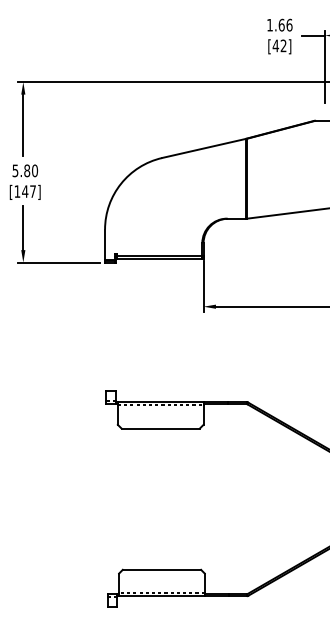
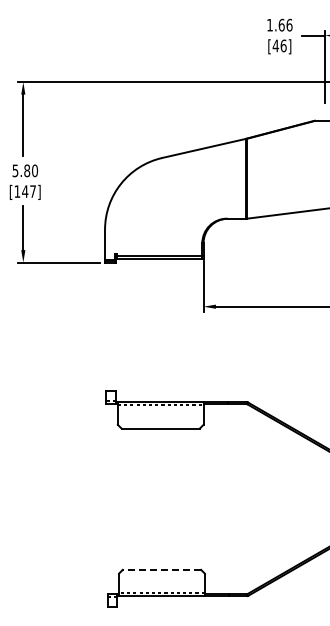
text at (283, 45): [42] -> [46]
line at (161, 569): solid -> dashed
